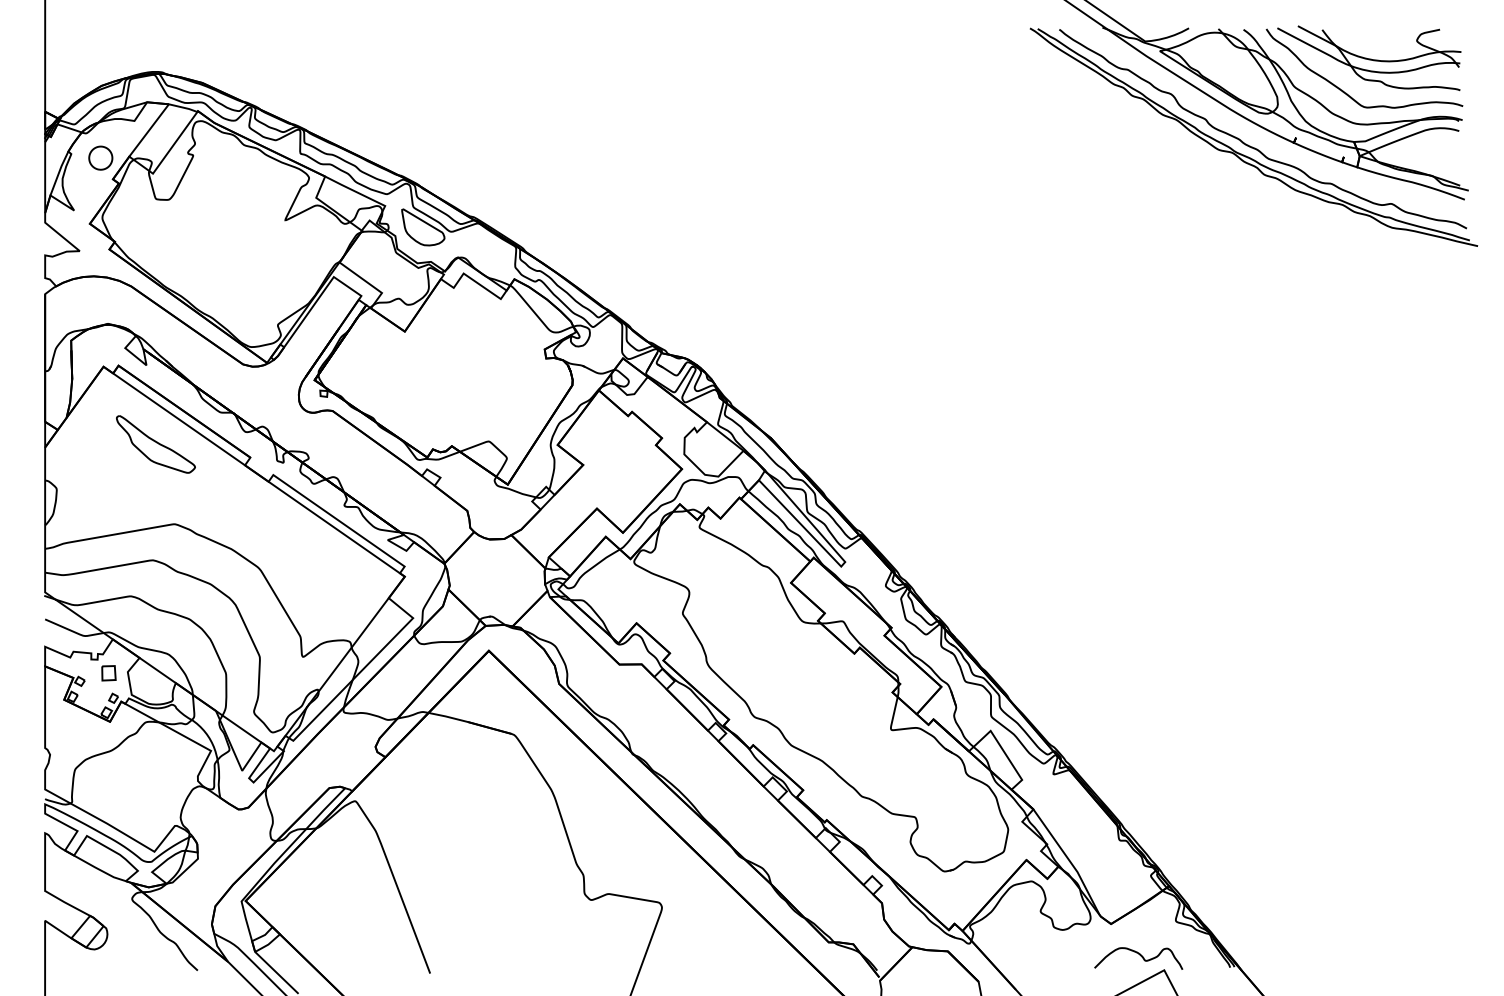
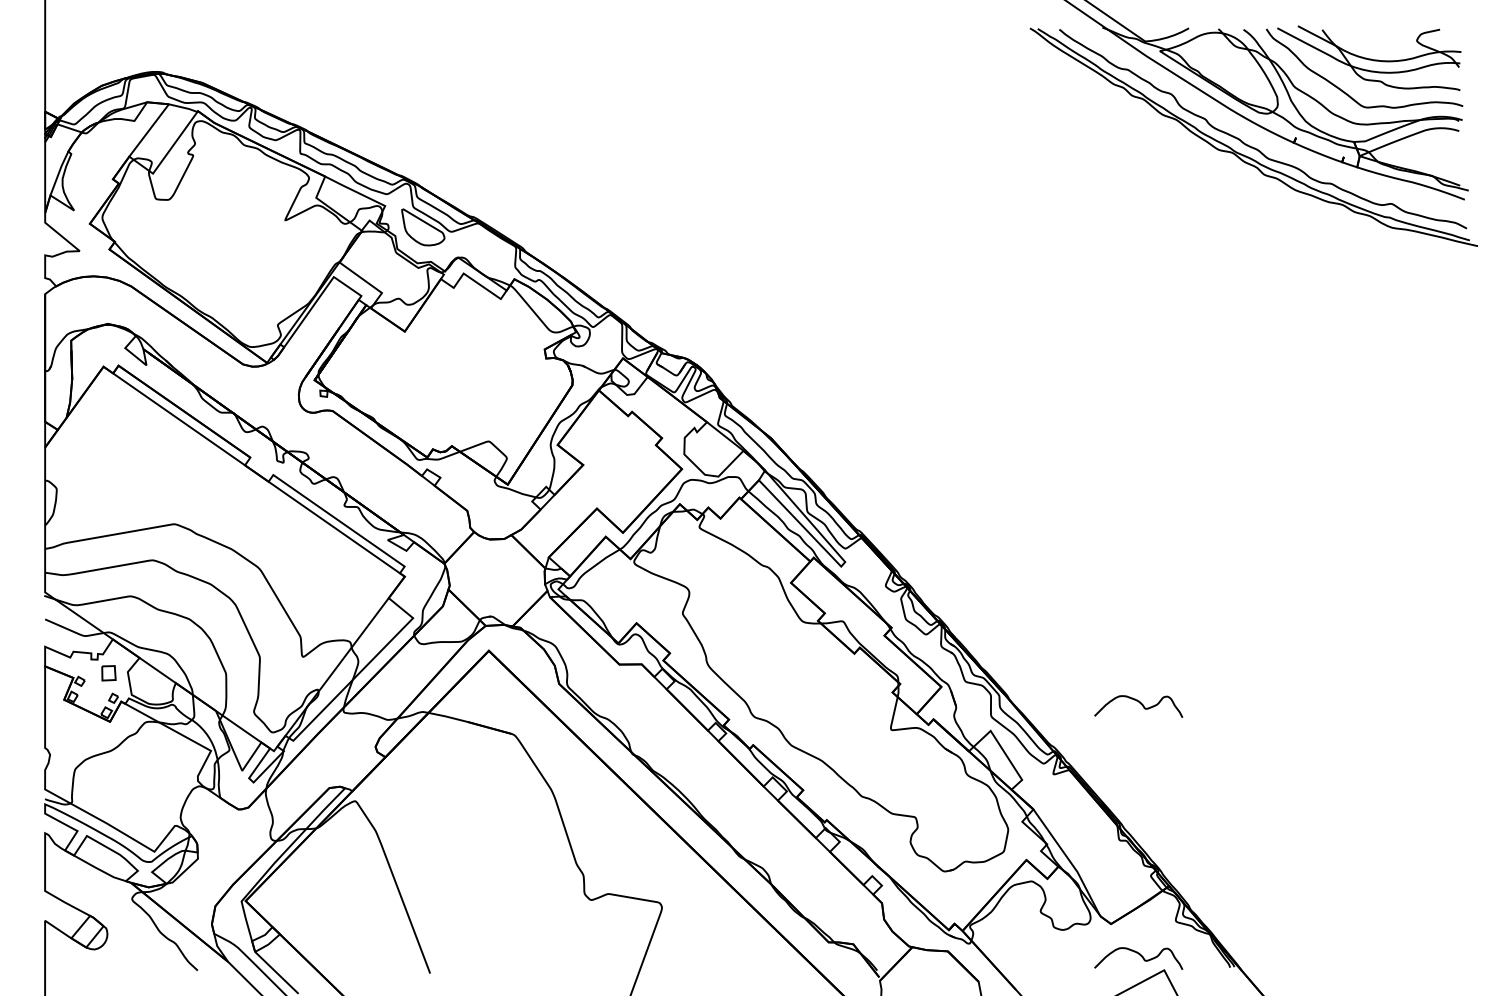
part at (100, 157): present -> none
part at (155, 444): present -> none
curve at (1140, 704): none -> present
